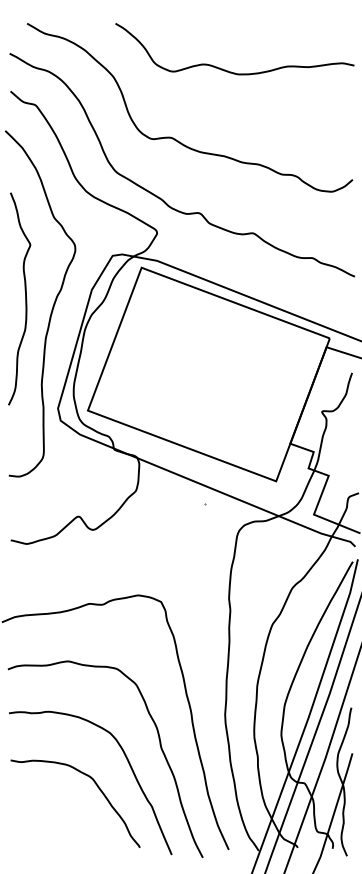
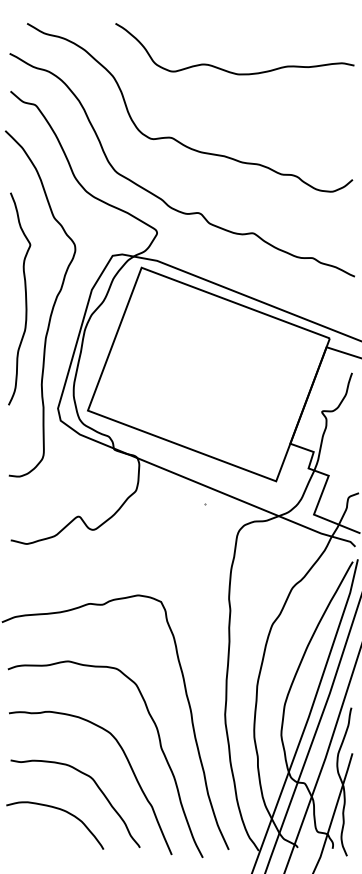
curve at (60, 810): none -> present
